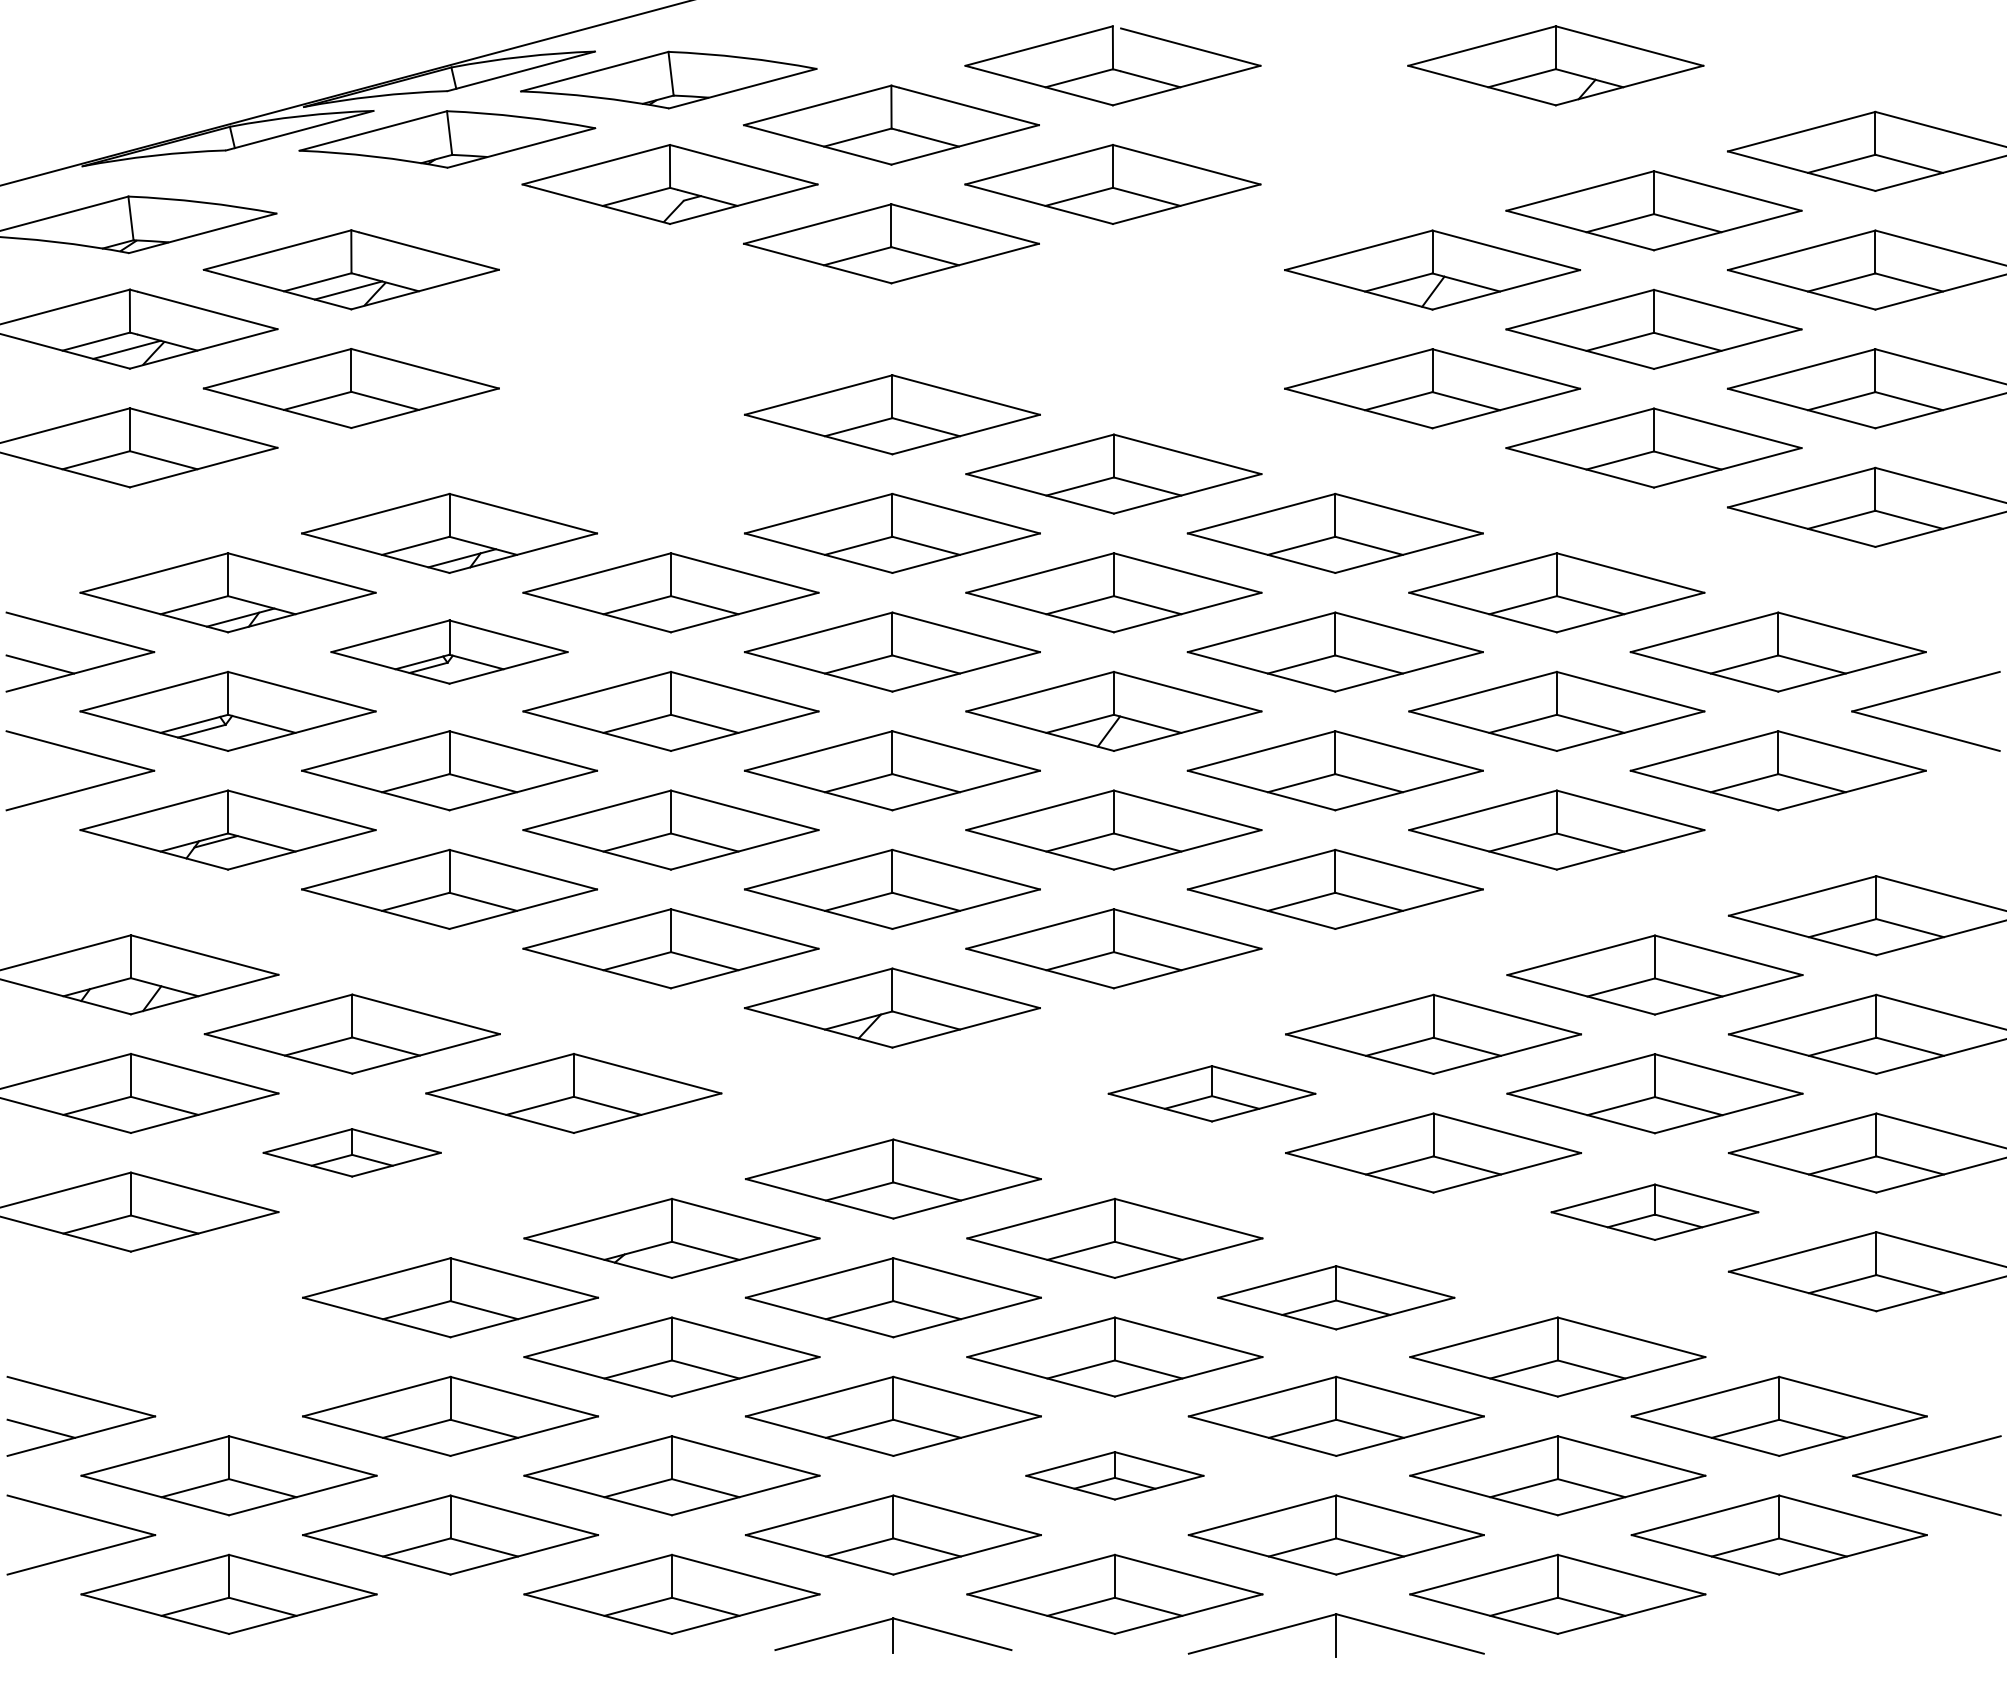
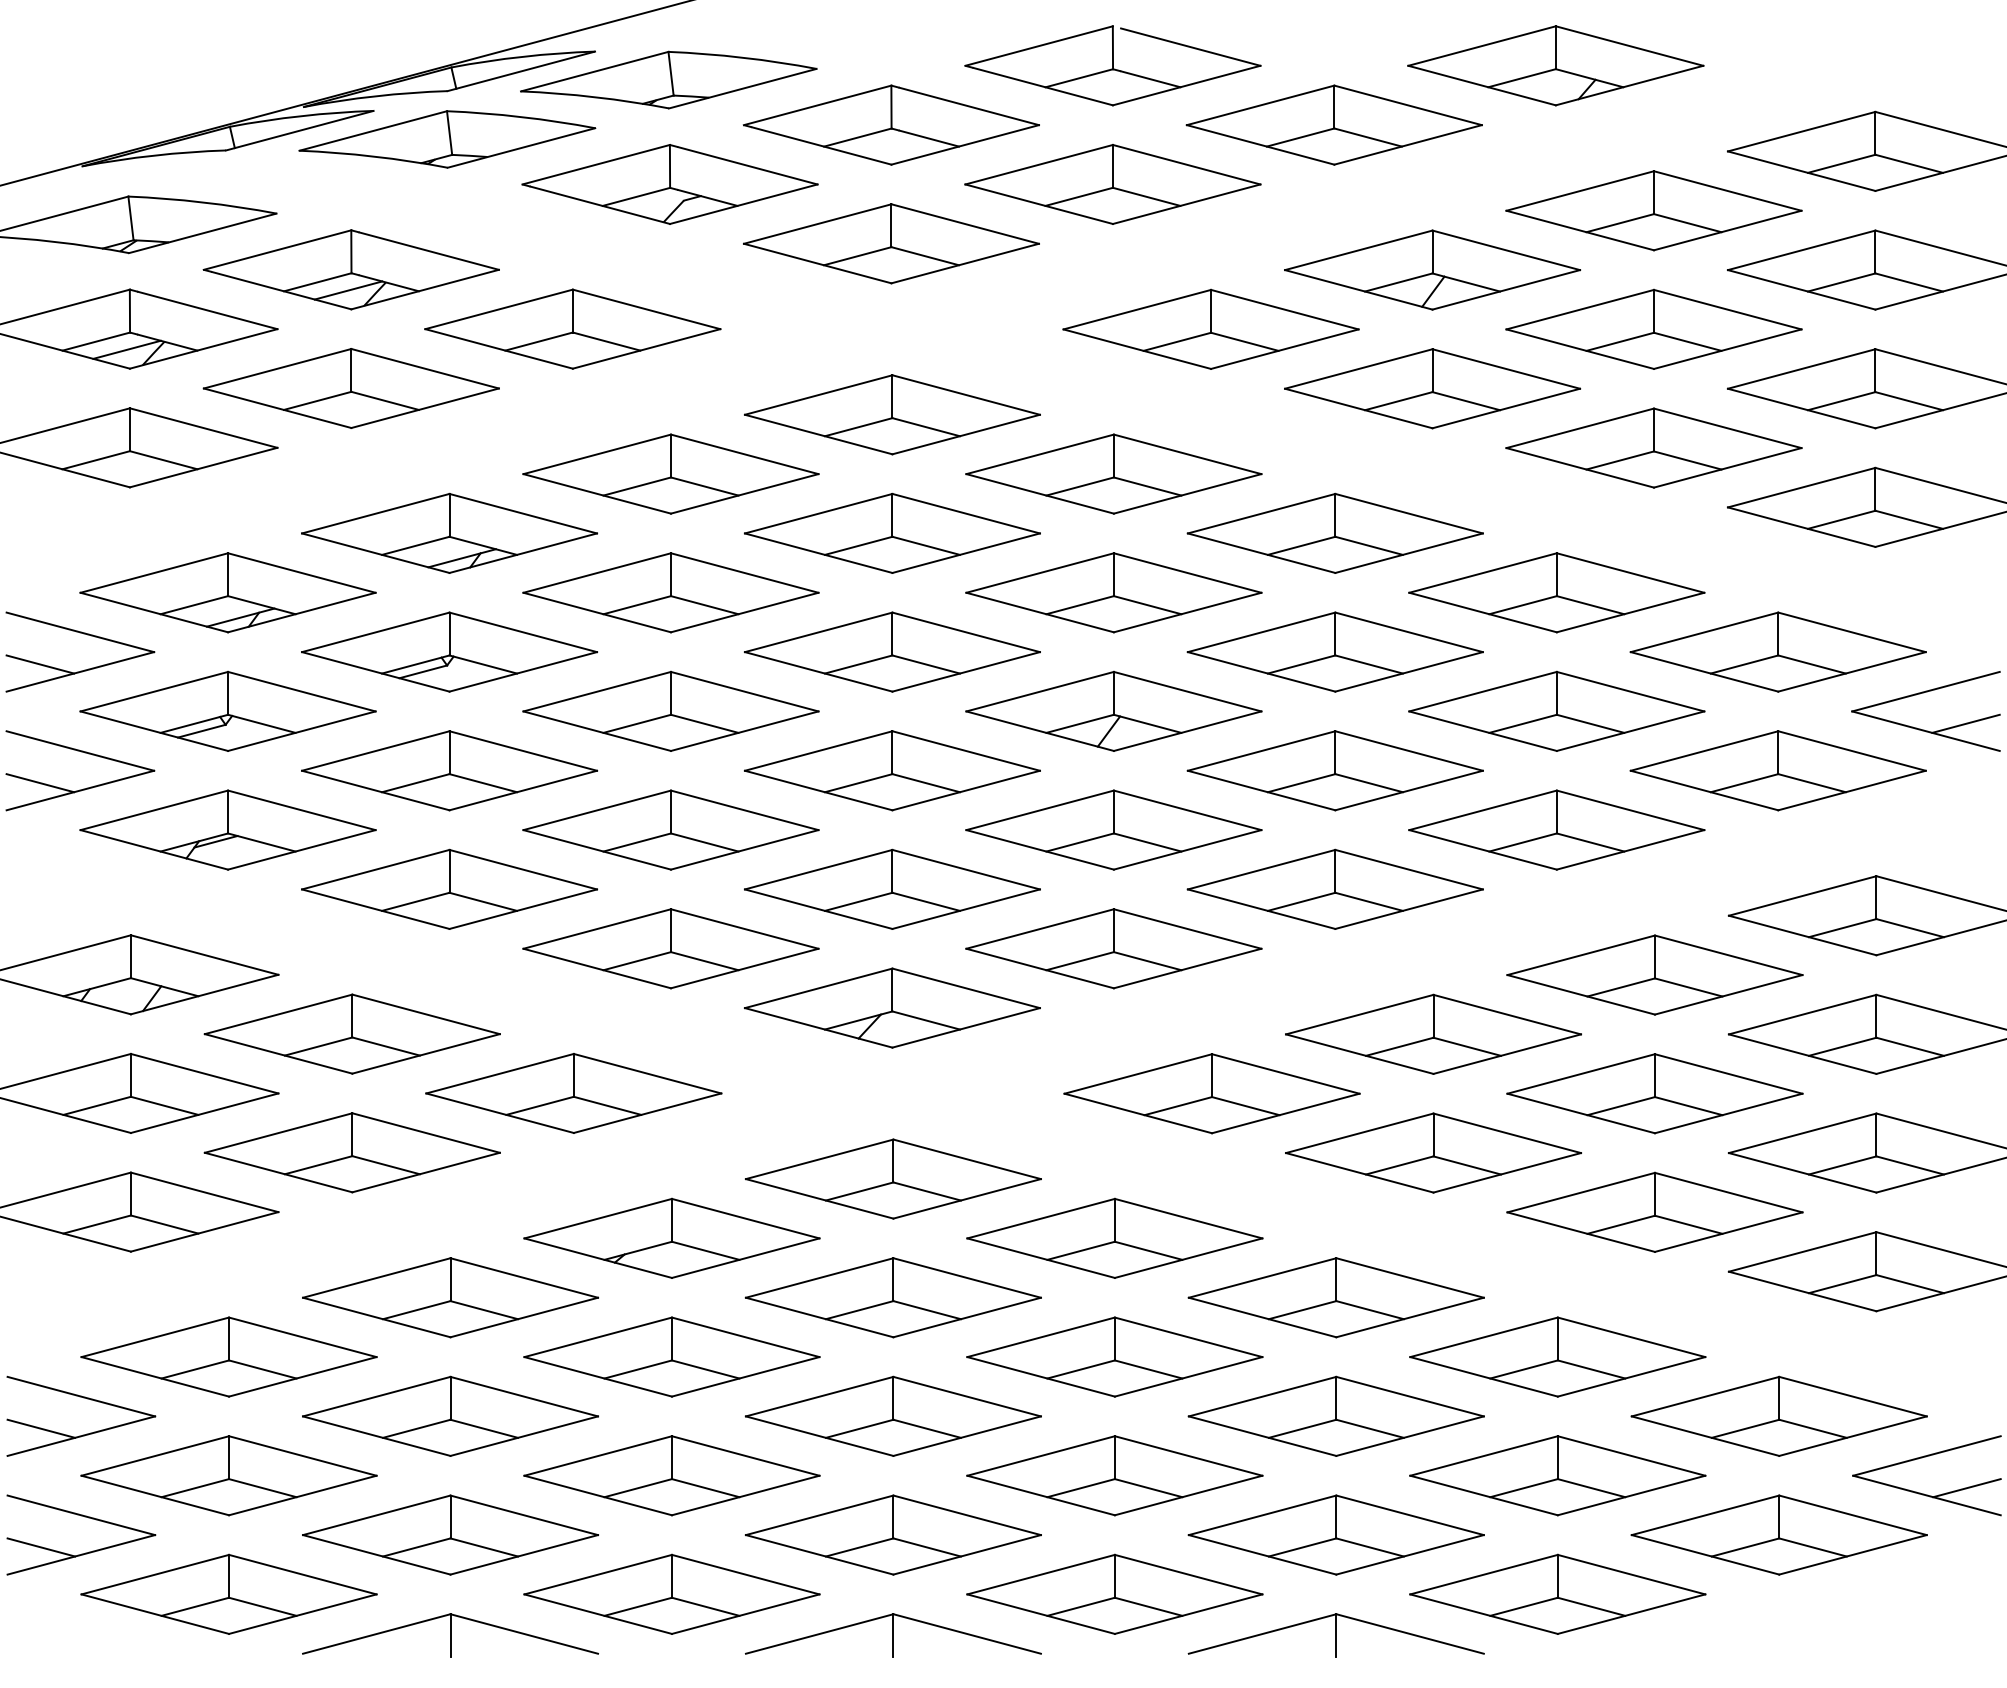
part at (1333, 124): none -> present
part at (572, 328): none -> present
part at (1210, 328): none -> present
part at (670, 473): none -> present
part at (449, 651) size: 239x66 px -> 297x82 px
line at (1965, 723): none -> present
line at (40, 783): none -> present
part at (1211, 1093) size: 210x58 px -> 298x82 px
part at (351, 1152) size: 180x50 px -> 298x82 px
part at (1654, 1211) size: 210x58 px -> 298x82 px
part at (1336, 1297) size: 239x66 px -> 298x82 px
part at (228, 1356): none -> present
part at (1114, 1475) size: 180x50 px -> 298x82 px
line at (1966, 1488): none -> present
line at (41, 1547): none -> present
part at (450, 1635): none -> present
part at (893, 1635) size: 239x37 px -> 297x45 px
